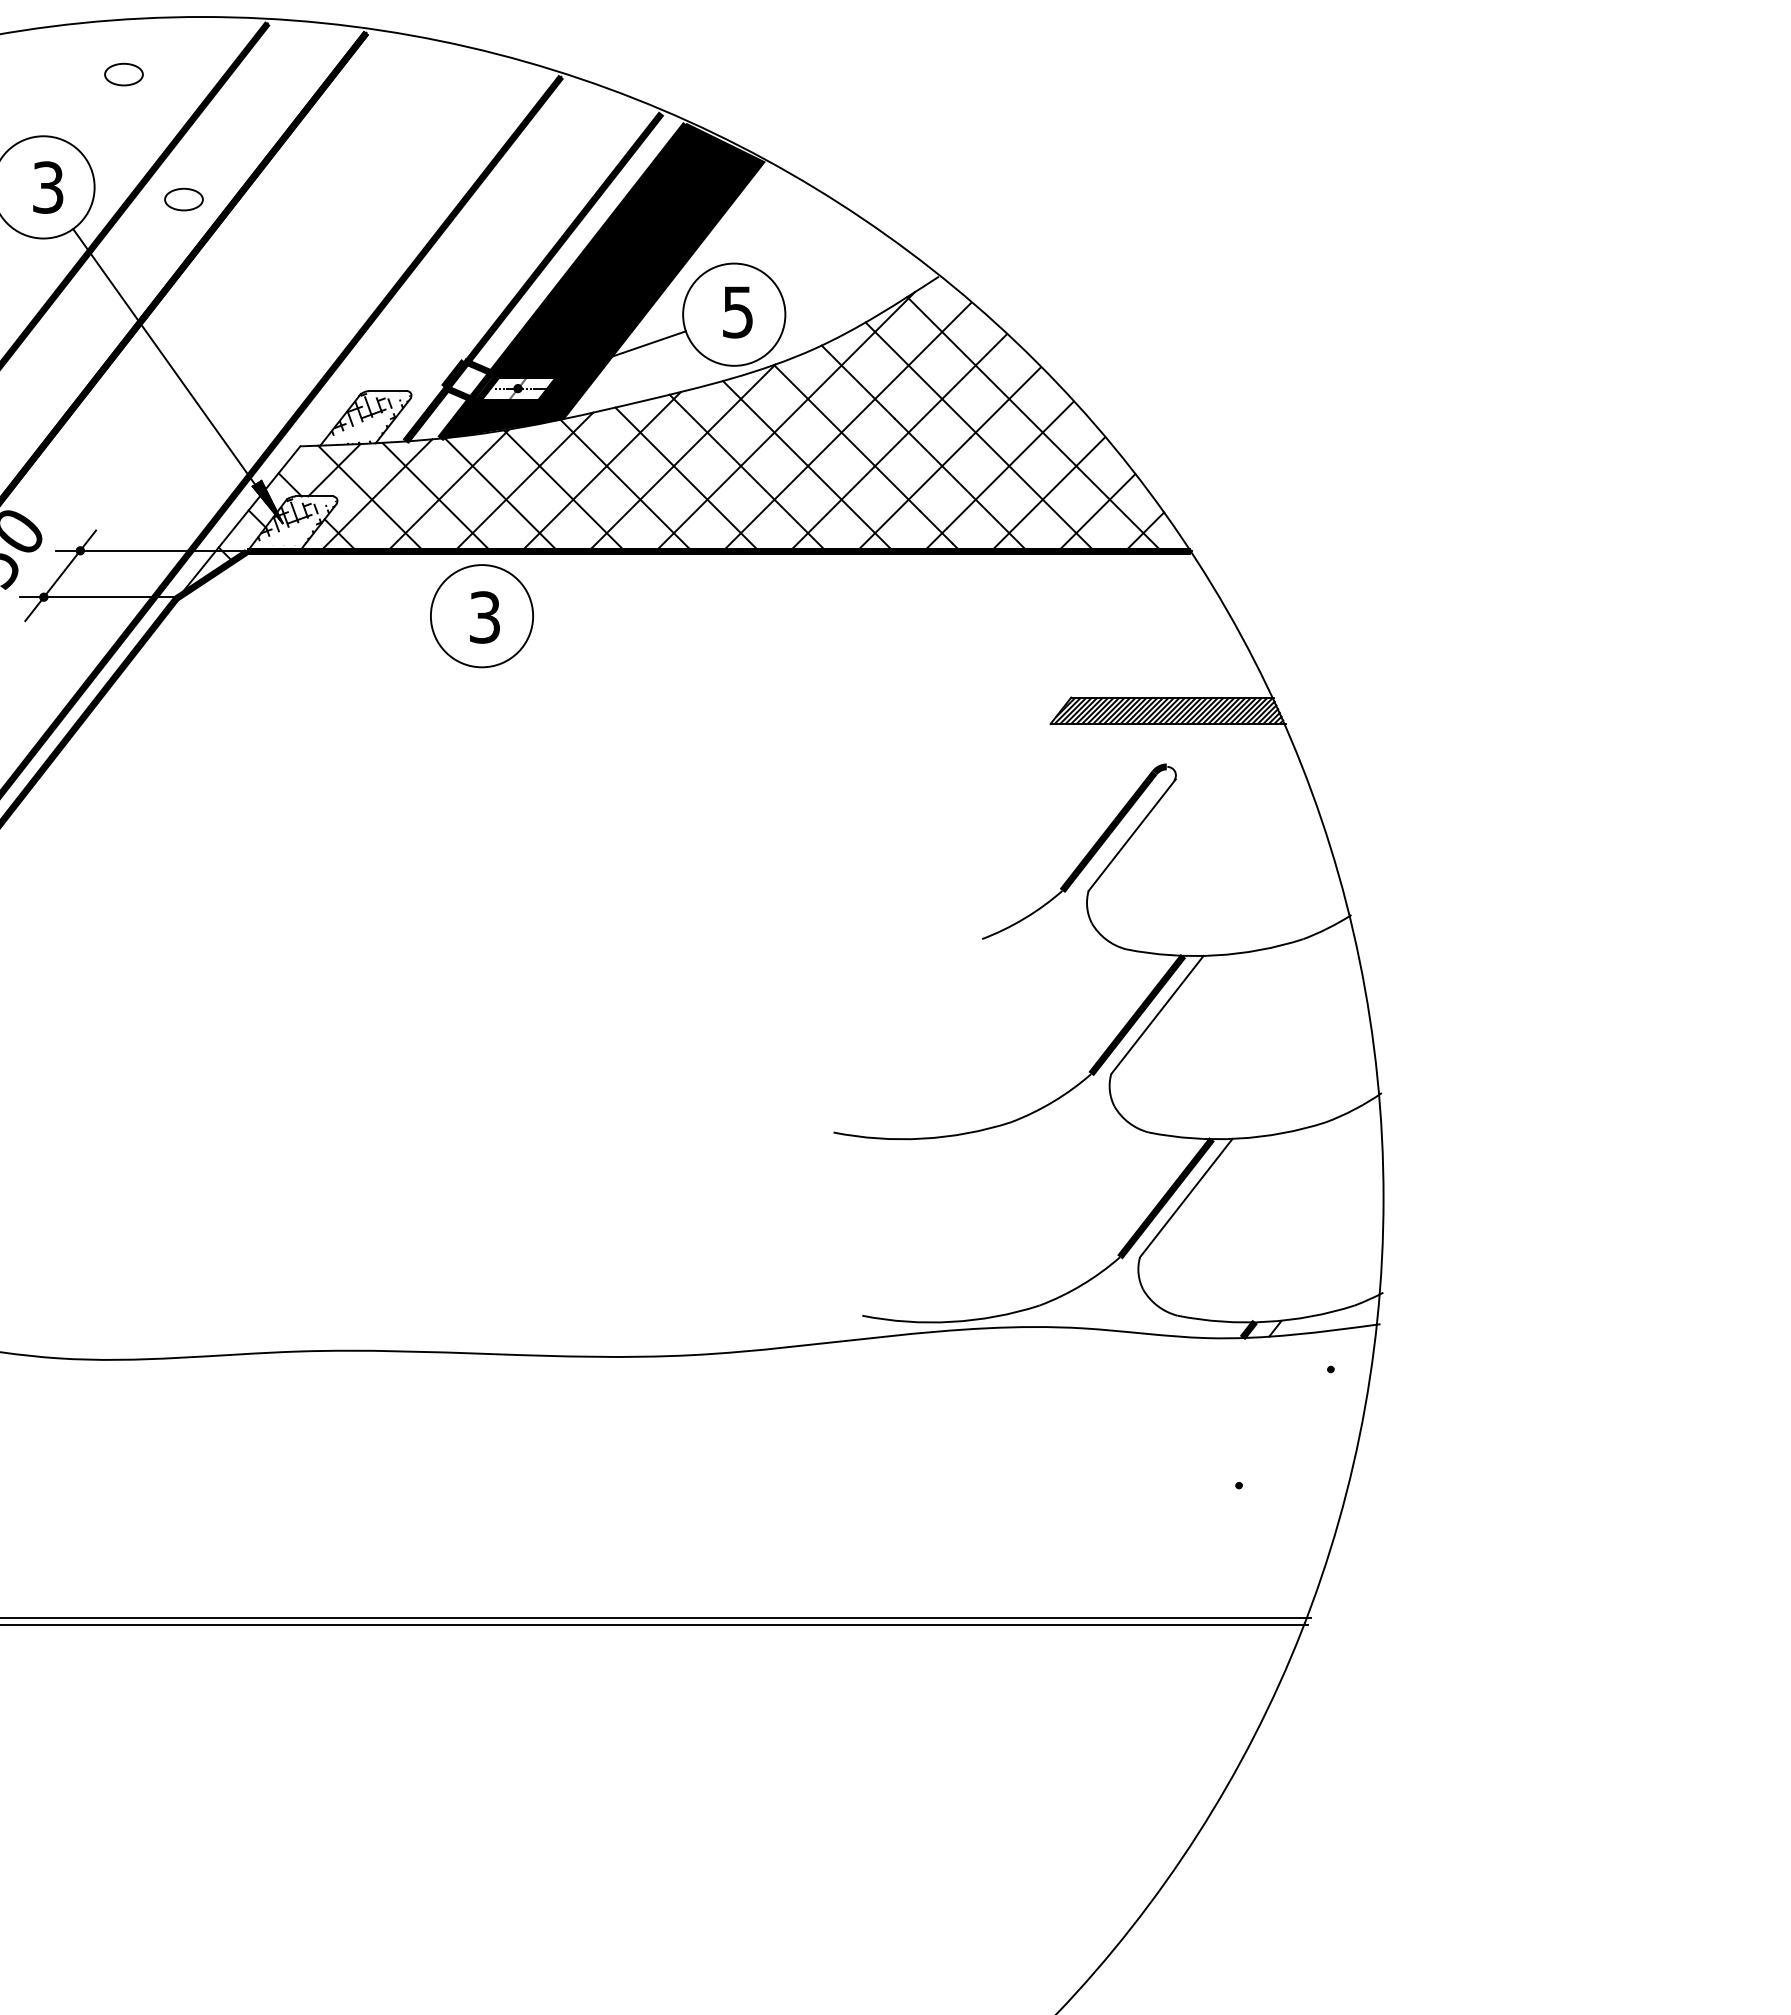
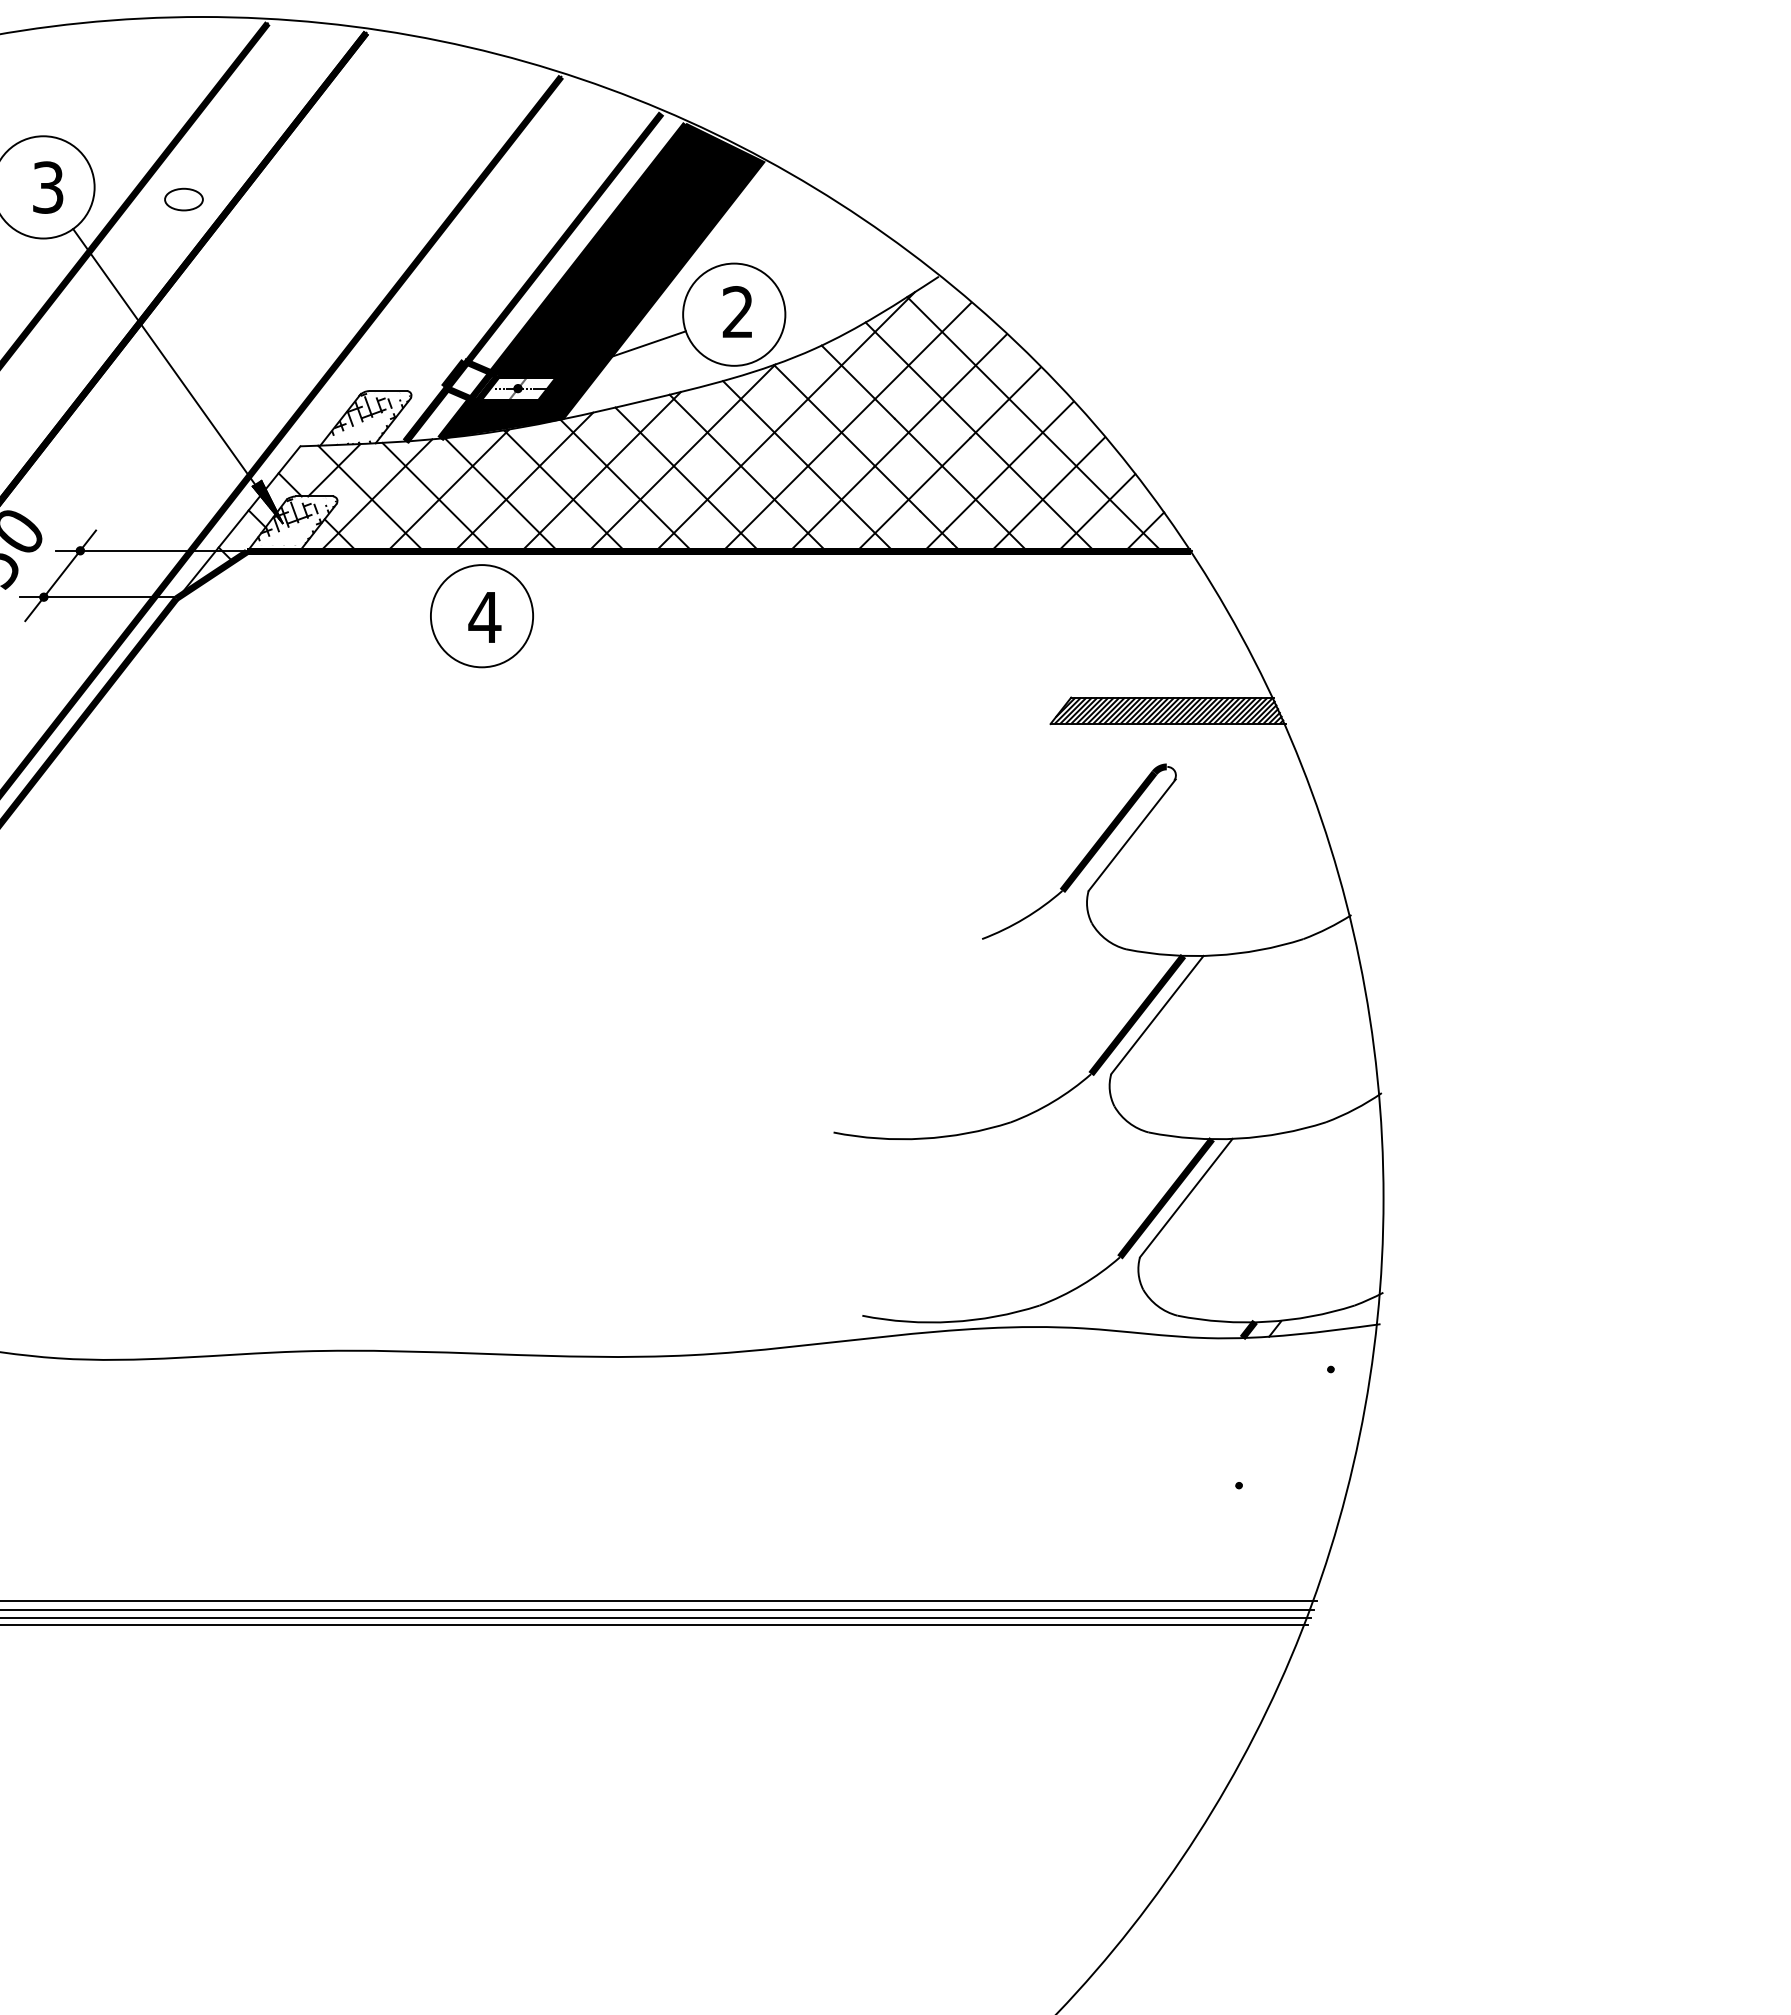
part at (123, 74): present -> none
text at (737, 312): 5 -> 2
text at (484, 617): 3 -> 4
line at (659, 1601): none -> present
line at (657, 1609): none -> present
